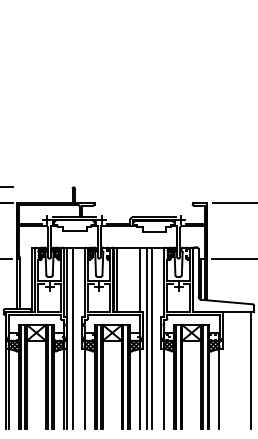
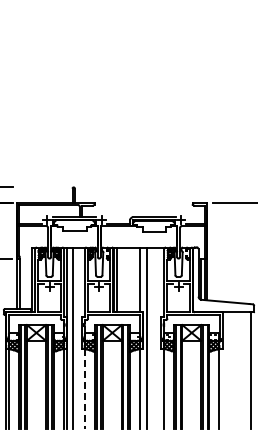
line at (232, 258): present -> none
line at (152, 337): present -> none
line at (84, 389): solid -> dashed
